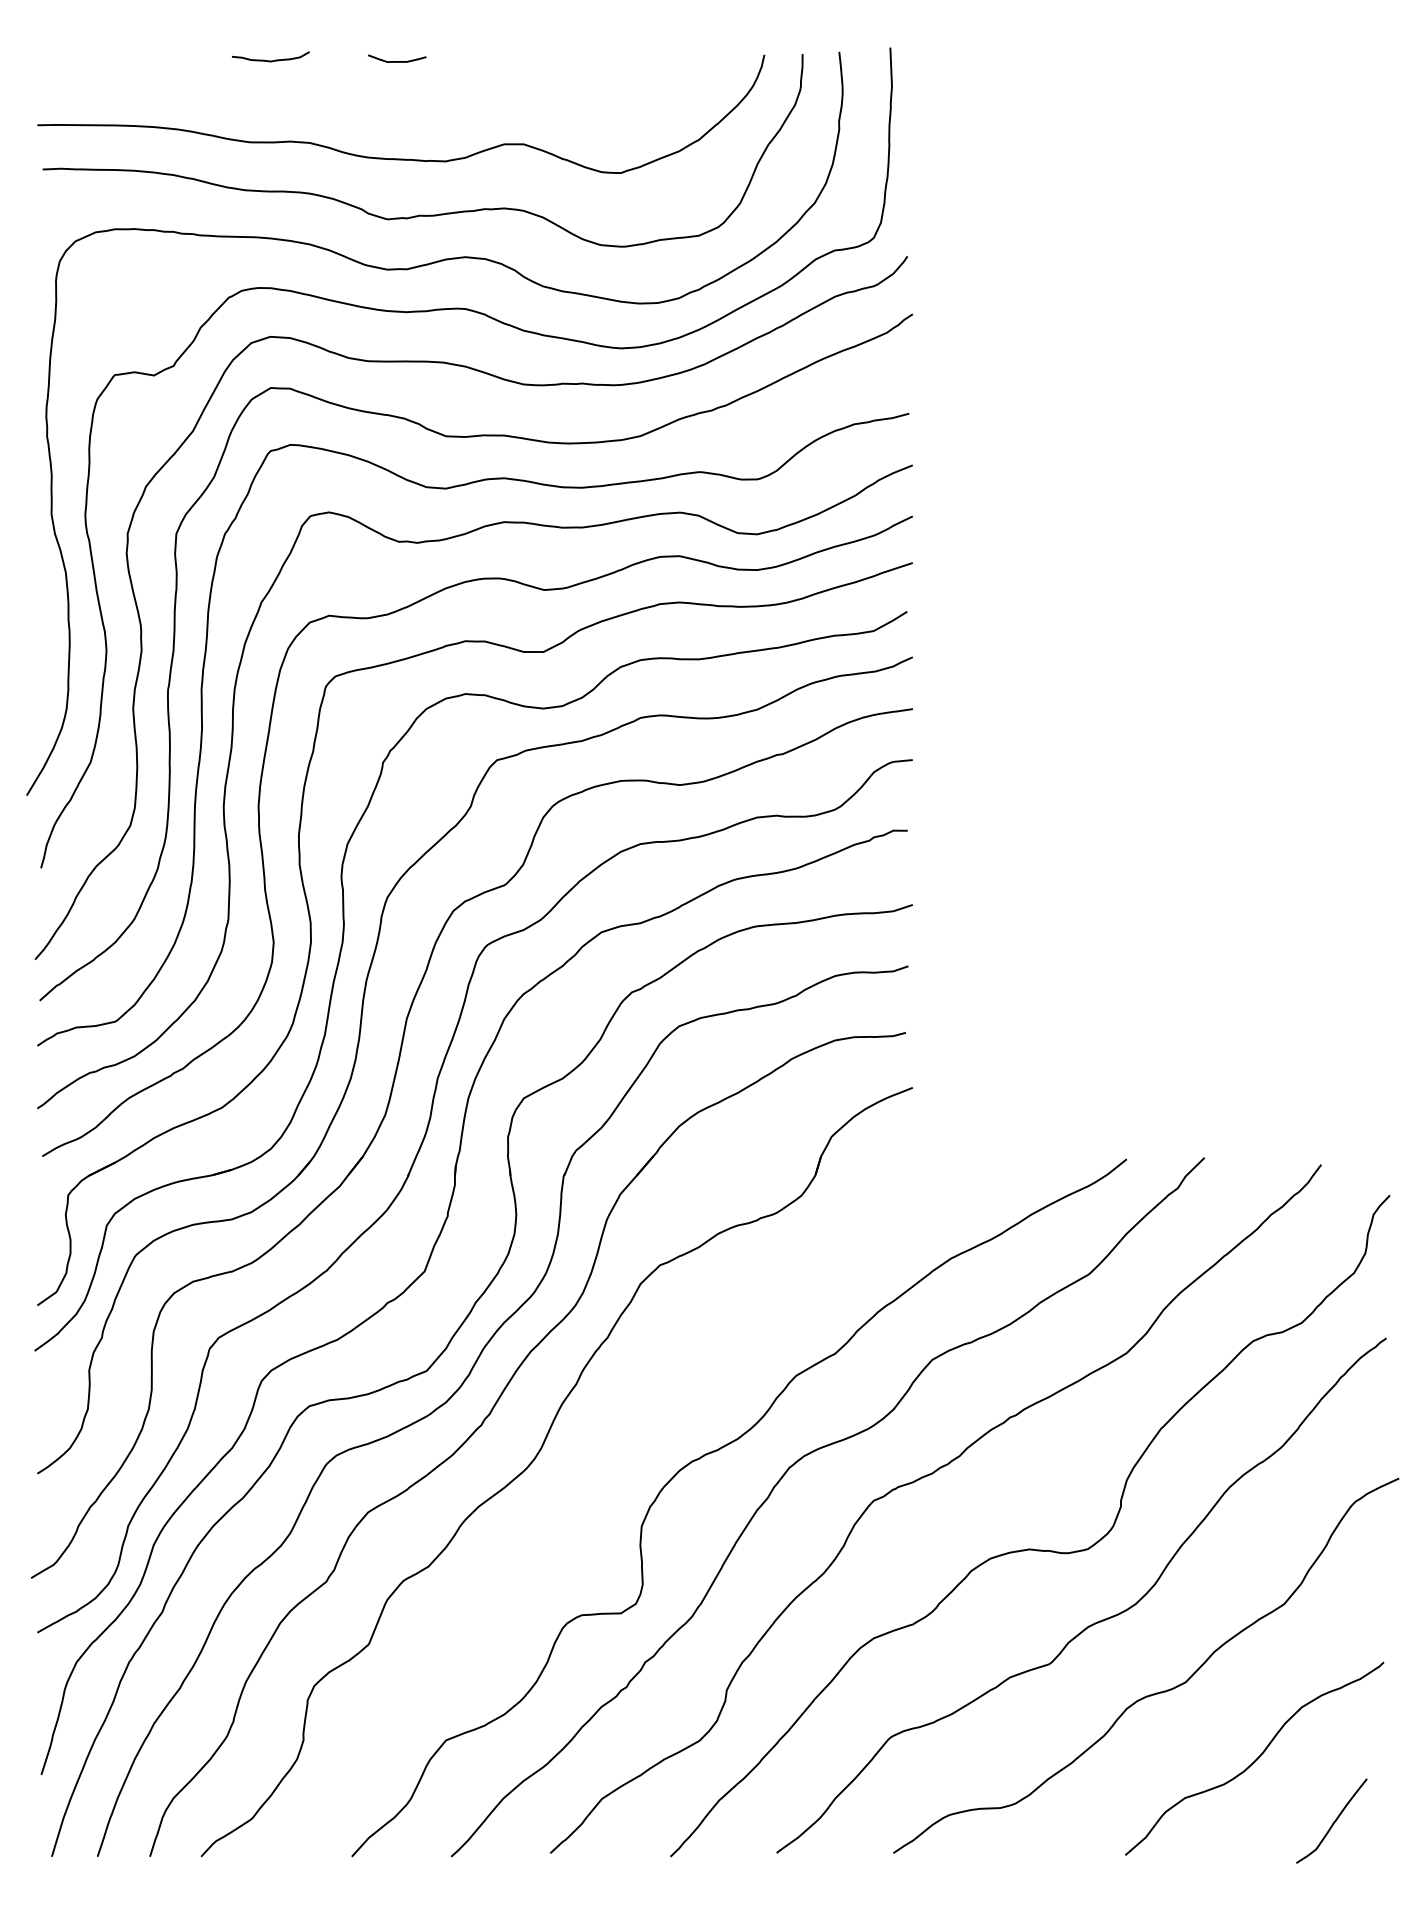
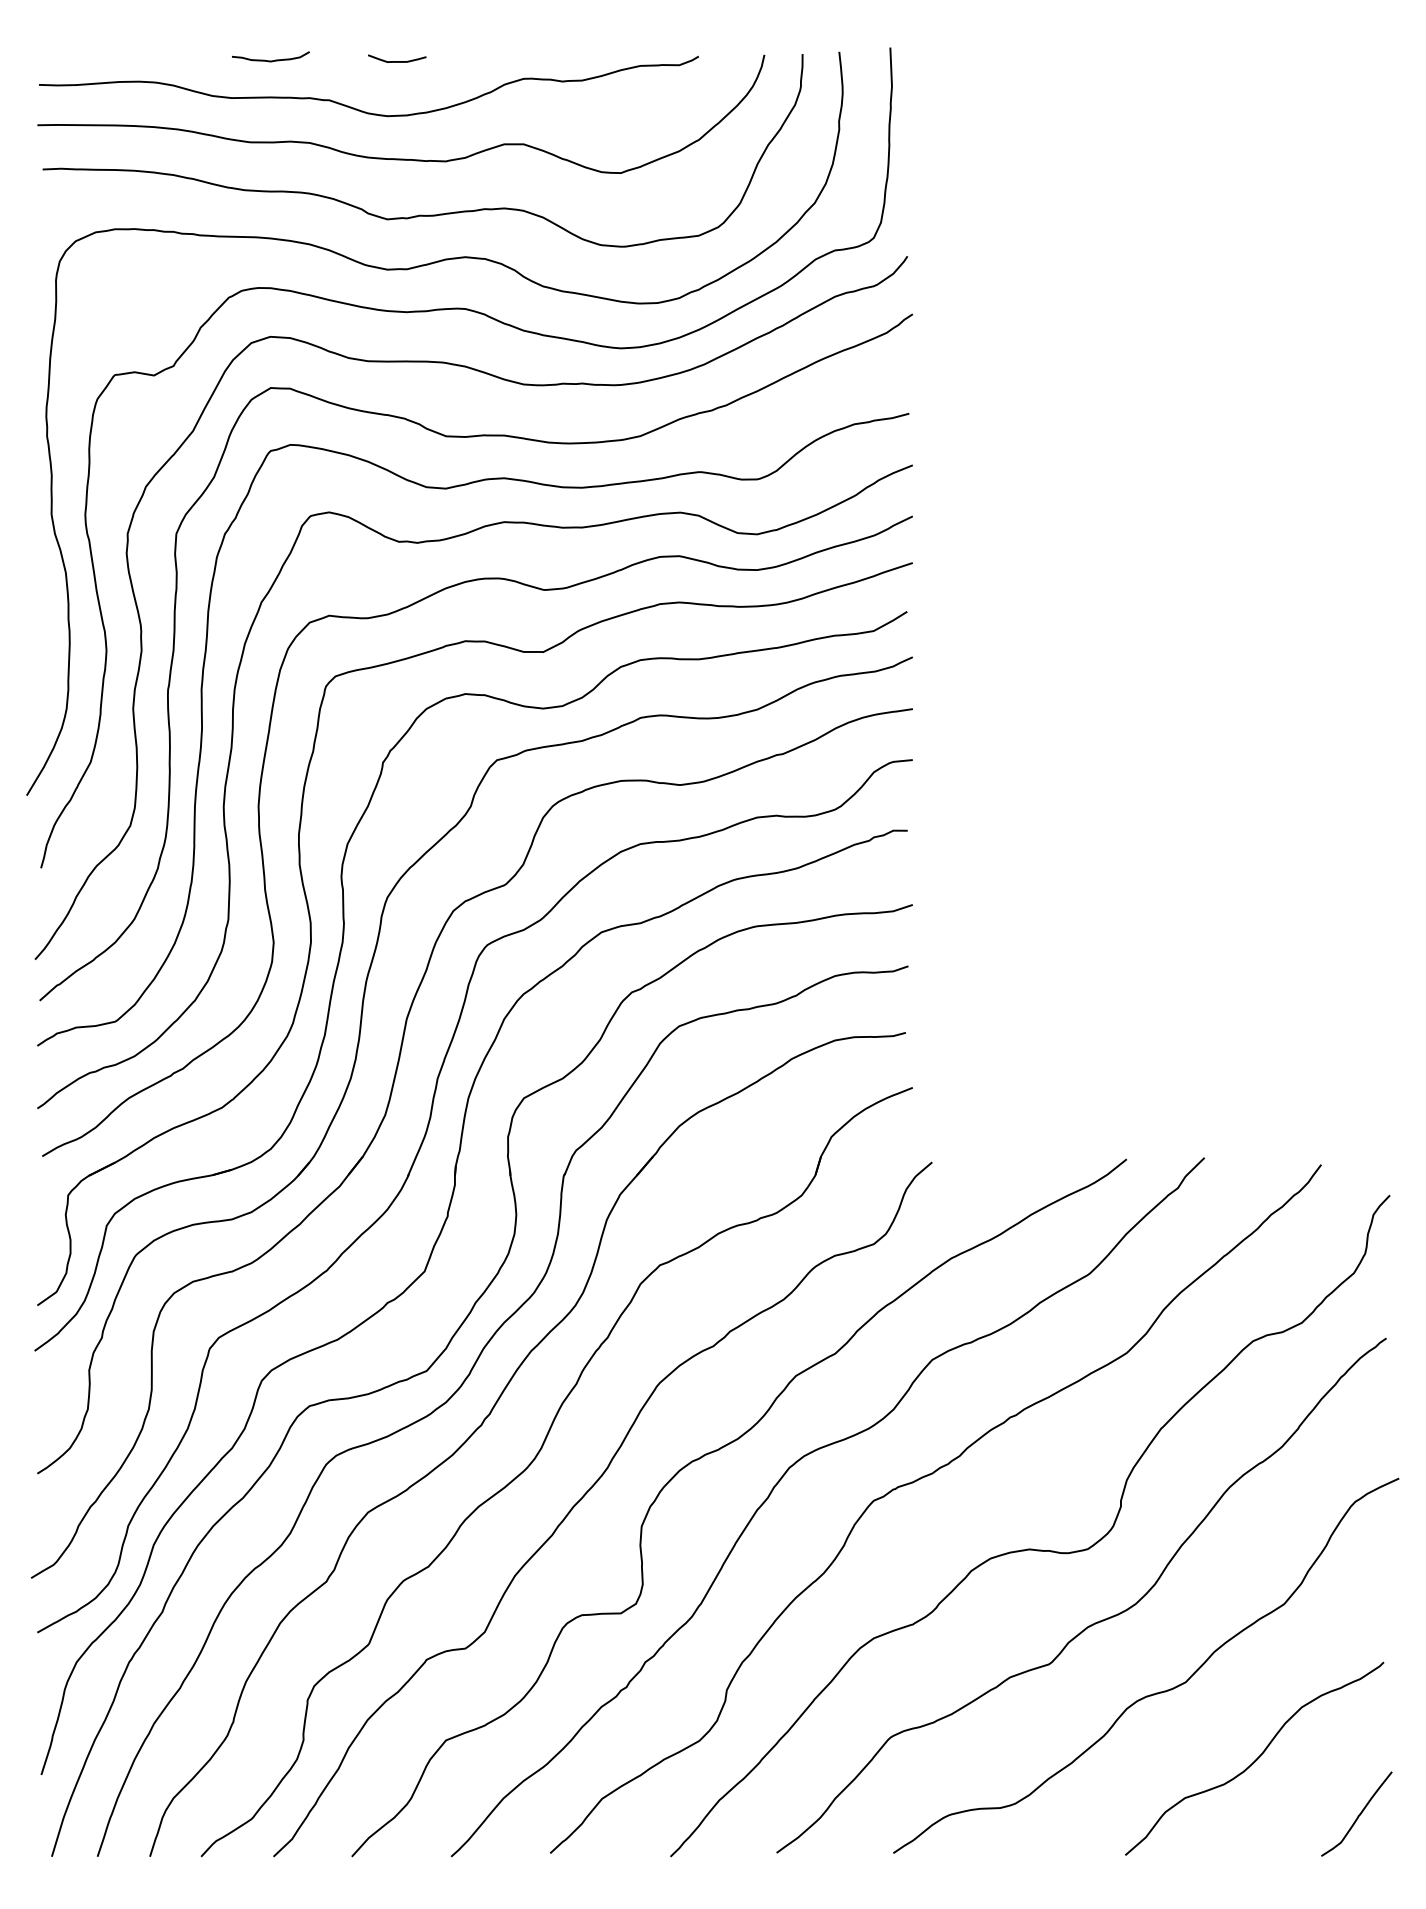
curve at (359, 109): none -> present
curve at (587, 1493): none -> present
curve at (1333, 1821) position: (1333, 1821) -> (1358, 1814)
